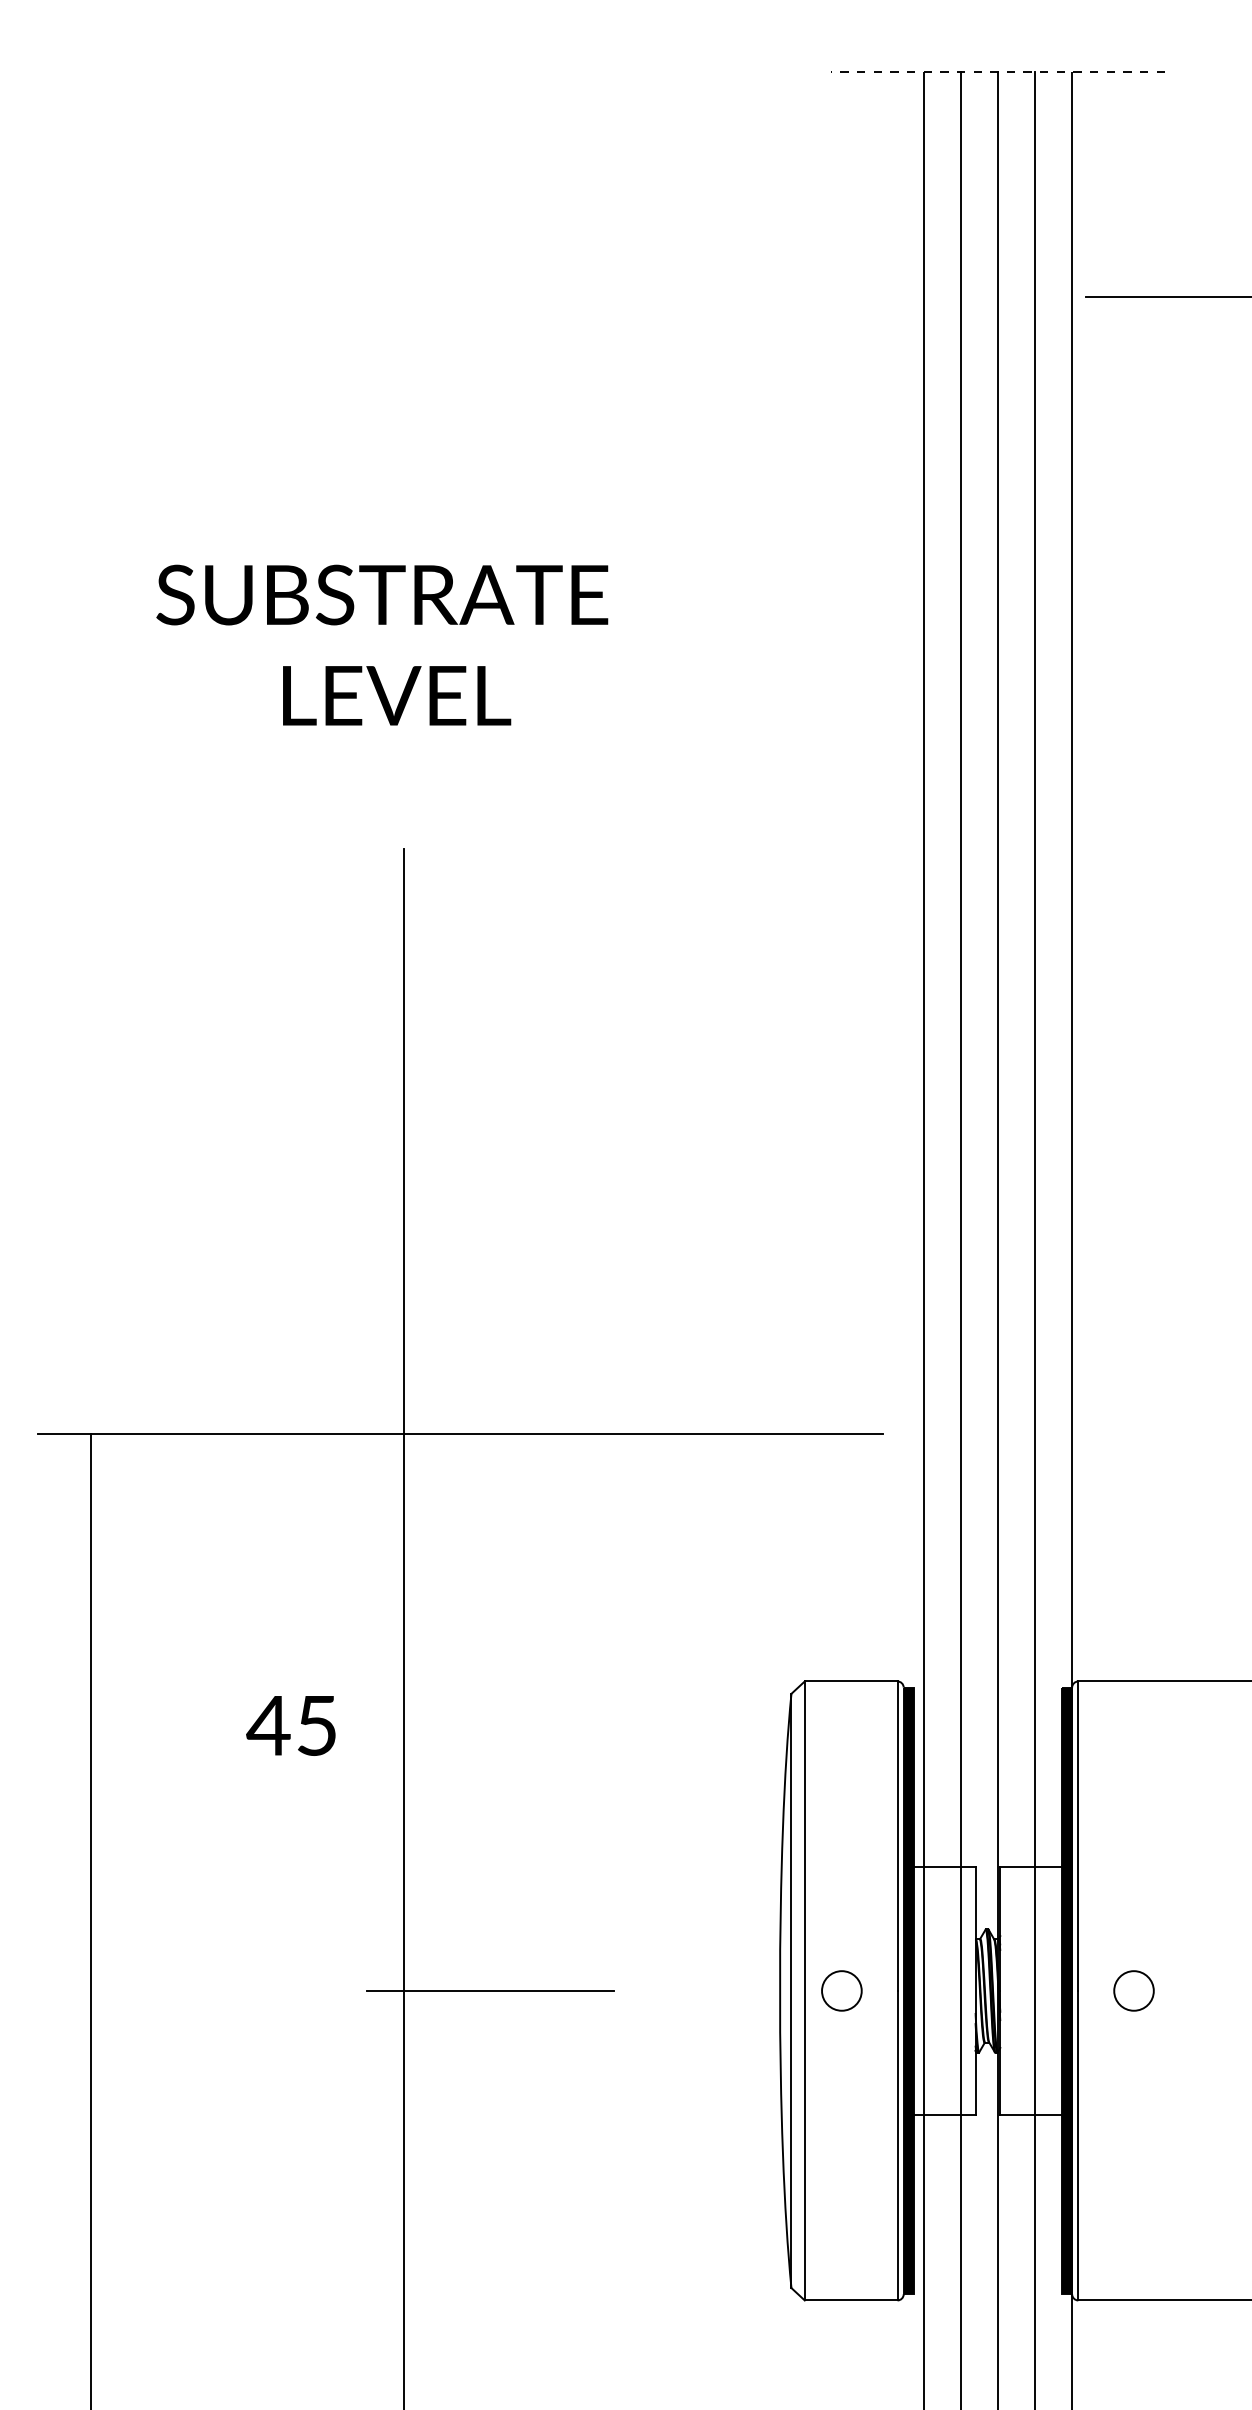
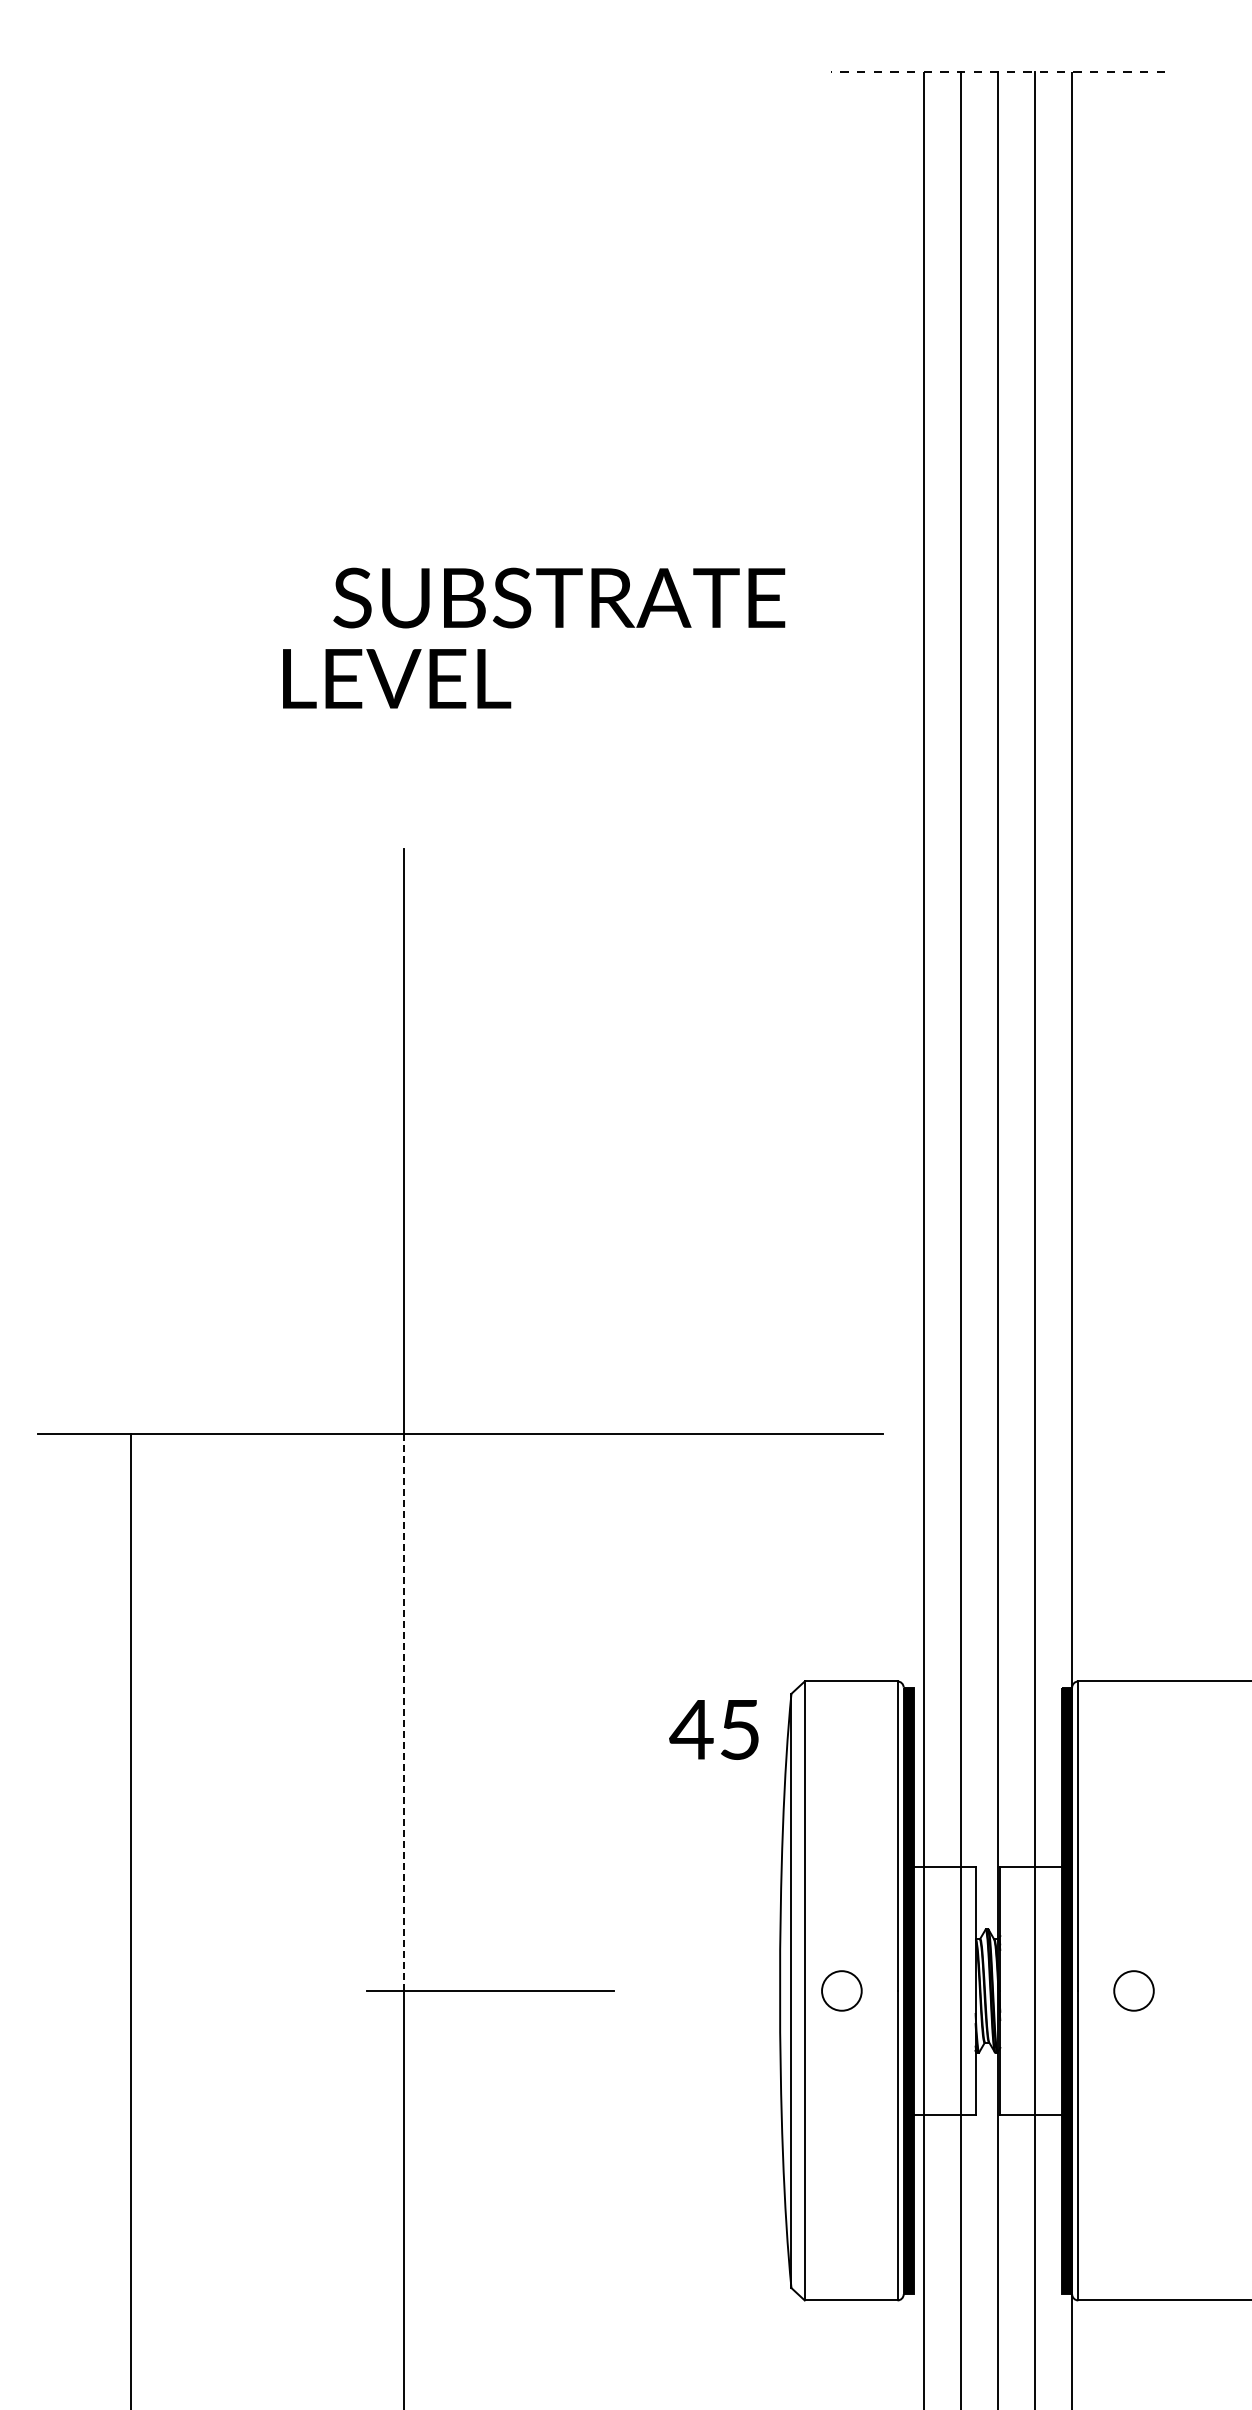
line at (1167, 296): present -> none
text at (382, 594) position: (382, 594) -> (559, 597)
text at (397, 695) position: (397, 695) -> (397, 678)
line at (403, 1712): solid -> dashed
text at (290, 1725) position: (290, 1725) -> (713, 1729)
line at (90, 1919) position: (90, 1919) -> (130, 1919)
